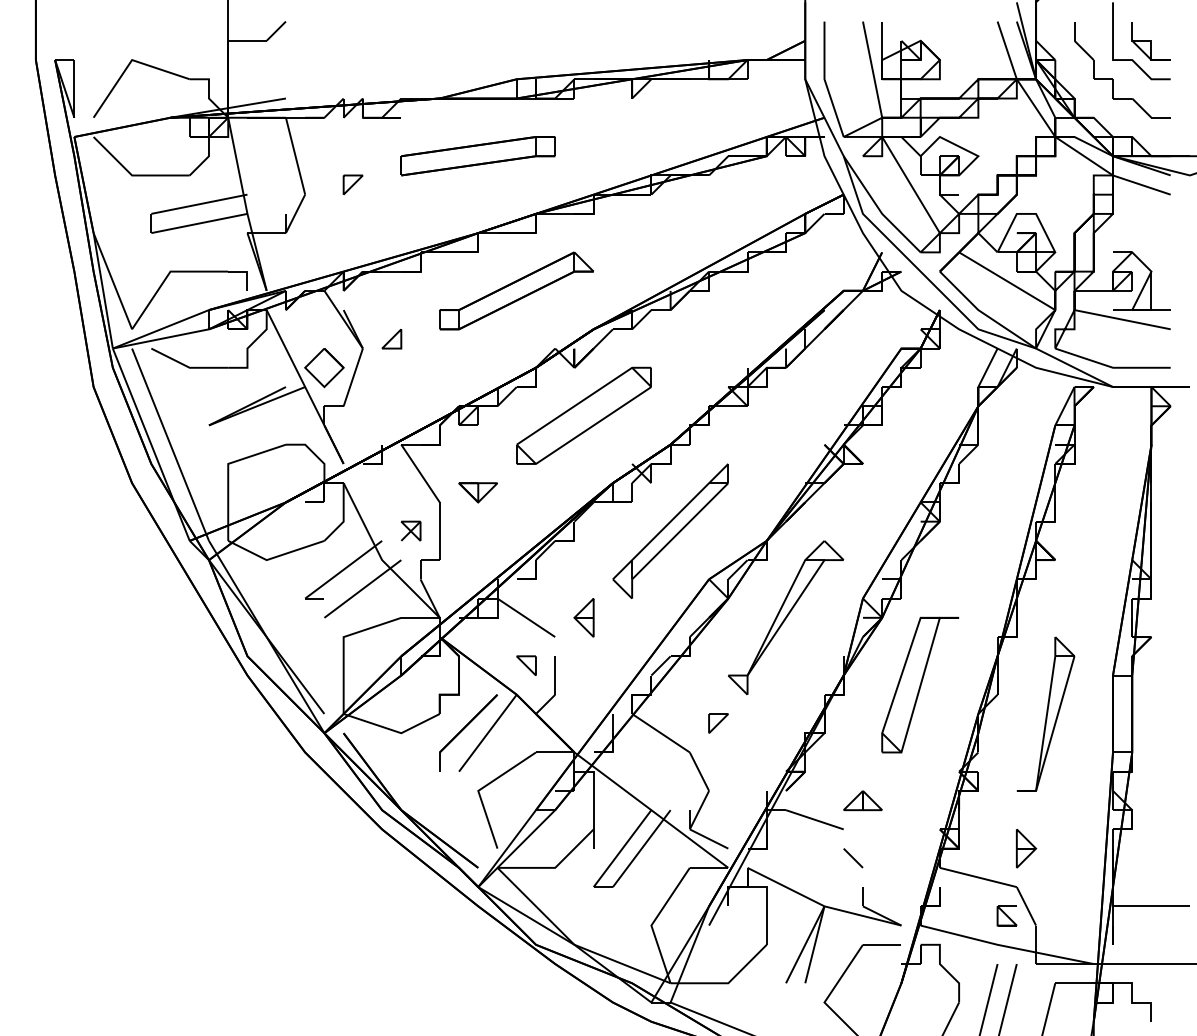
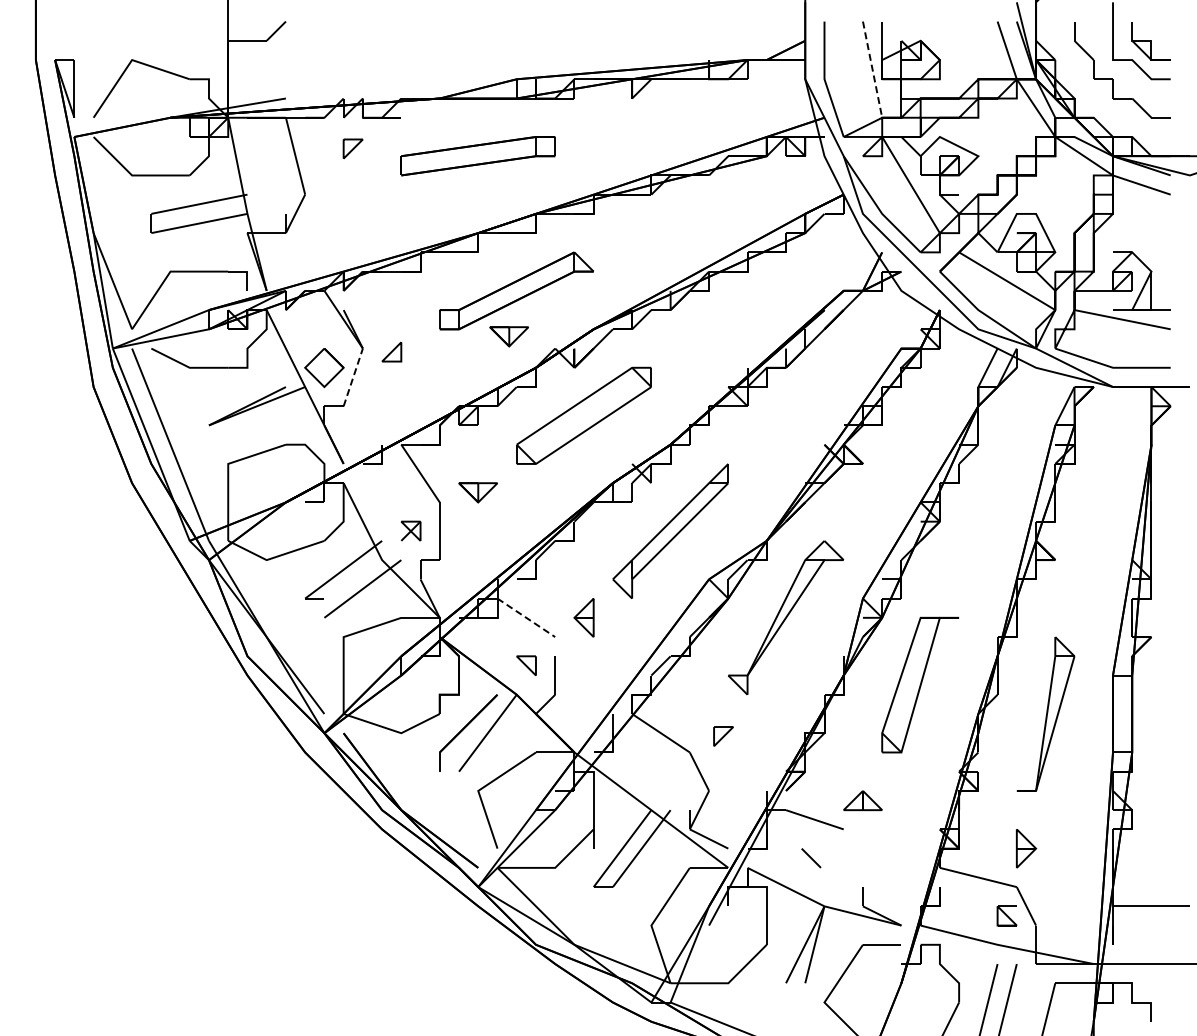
line at (872, 70): solid -> dashed
part at (352, 184) position: (352, 184) -> (352, 148)
part at (508, 336): none -> present
part at (391, 338) position: (391, 338) -> (391, 351)
line at (353, 376): solid -> dashed
line at (526, 617): solid -> dashed
part at (718, 723) position: (718, 723) -> (723, 736)
line at (853, 858) position: (853, 858) -> (811, 858)
